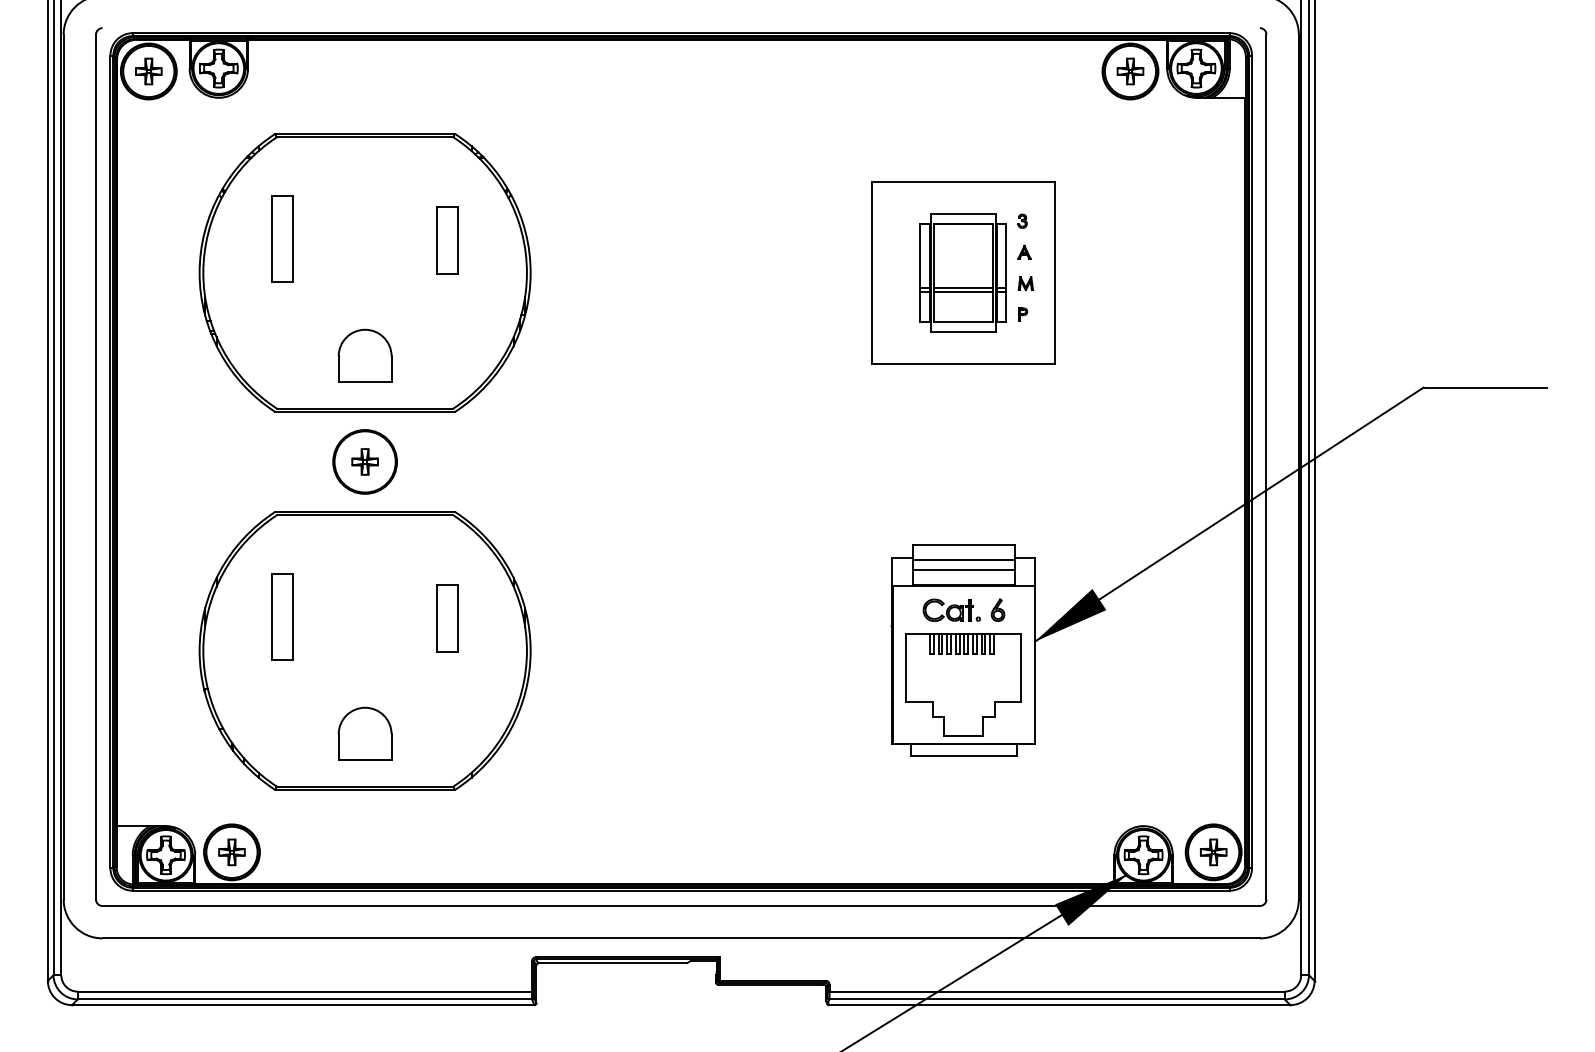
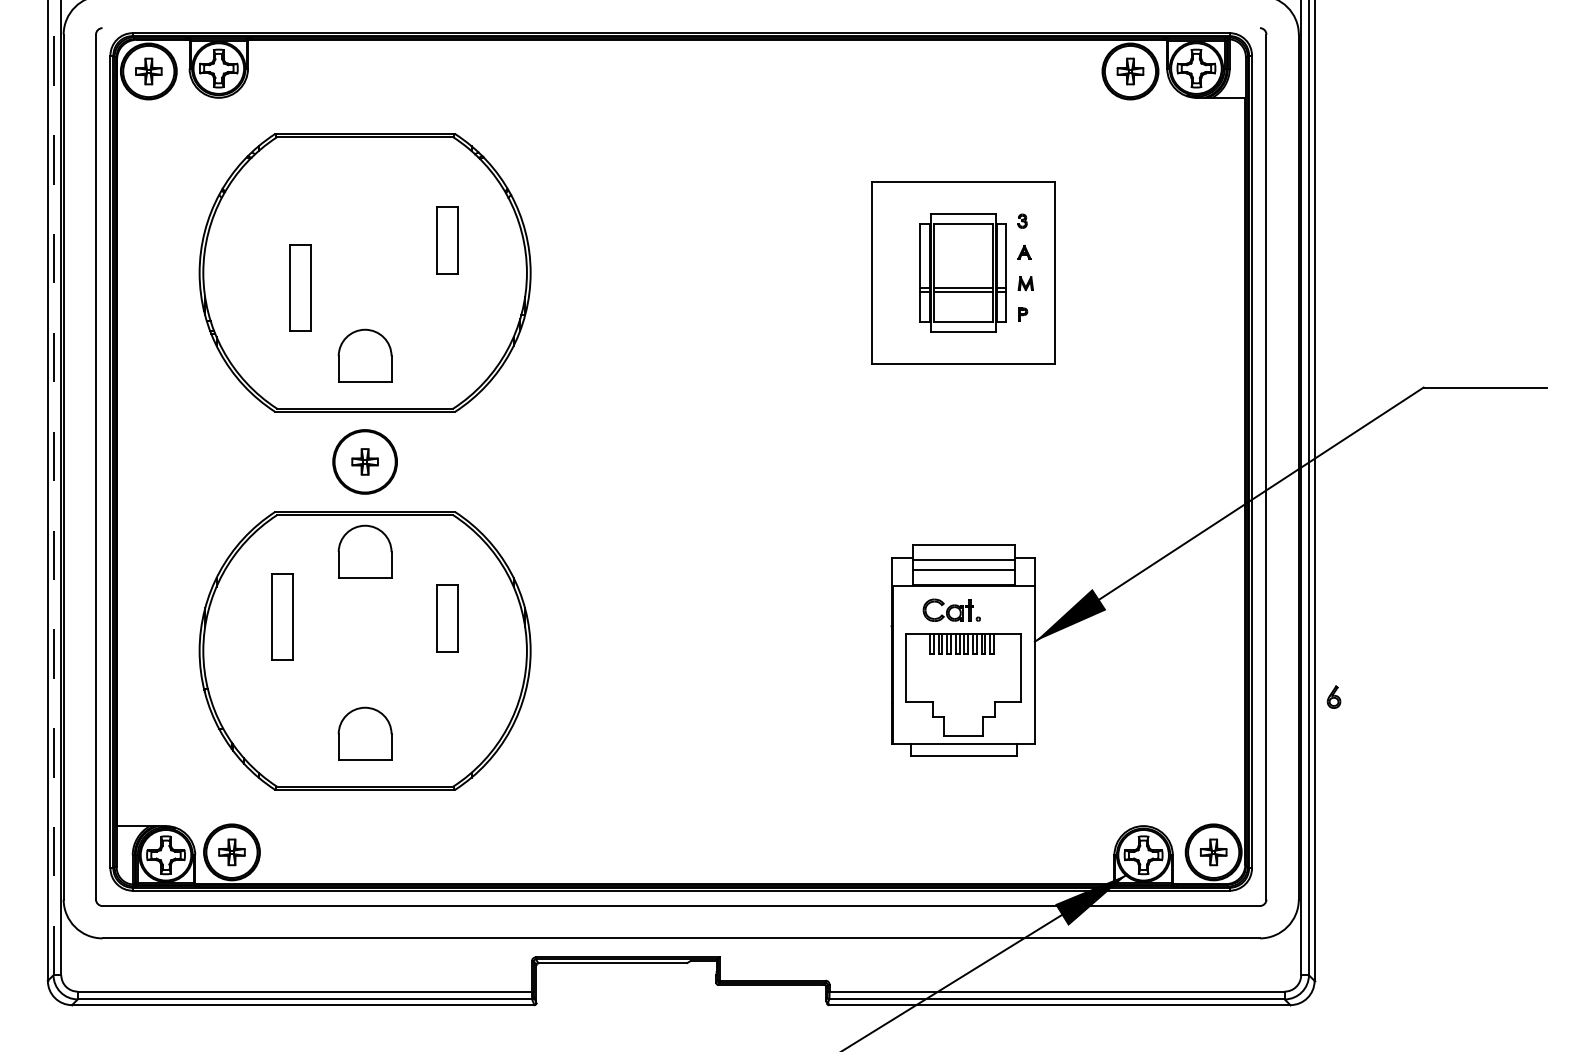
part at (282, 238) position: (282, 238) -> (300, 287)
line at (53, 487): solid -> dashed
part at (364, 551): none -> present
part at (997, 609) position: (997, 609) -> (1333, 696)
